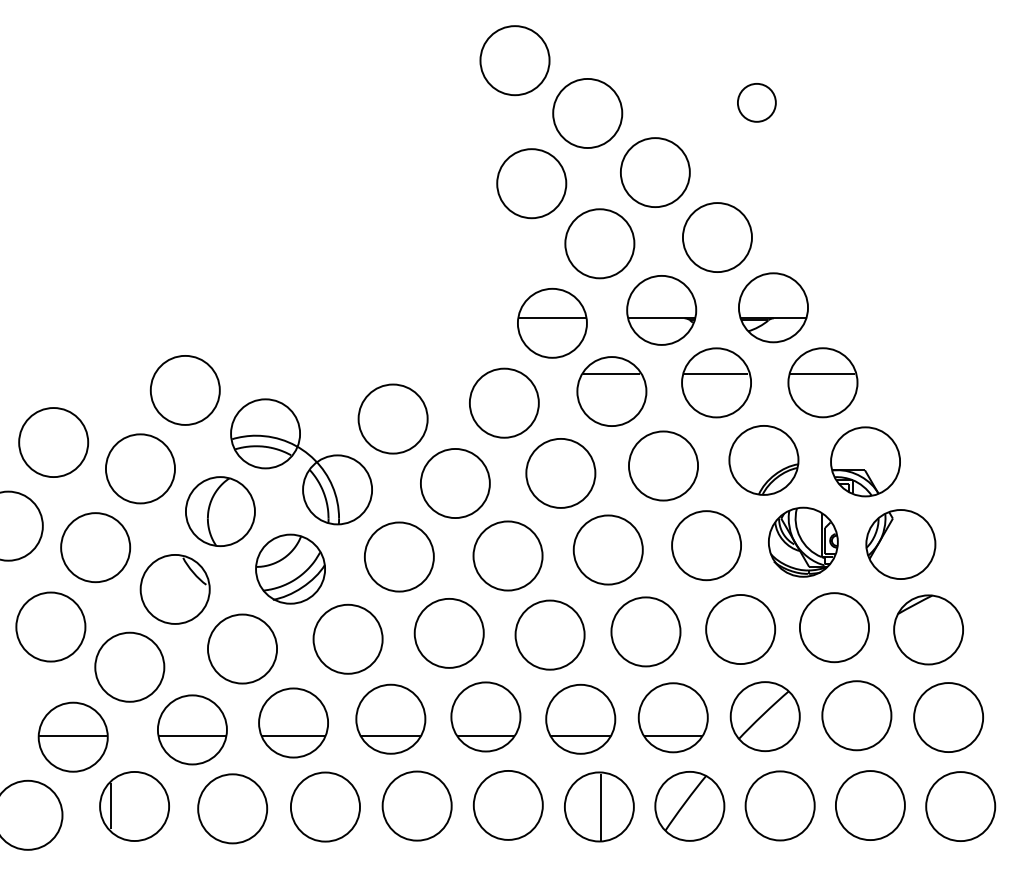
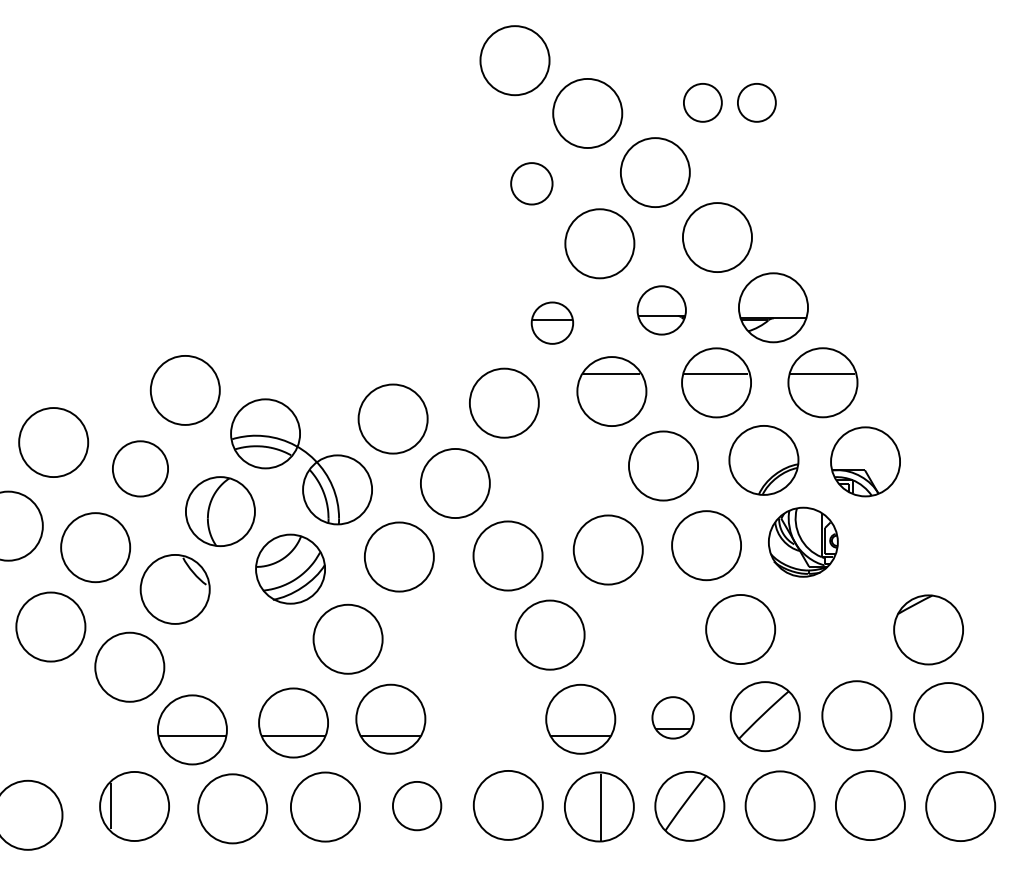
part at (702, 102): none -> present
part at (531, 183) size: 72x72 px -> 44x44 px
part at (661, 310) size: 72x71 px -> 51x51 px
part at (552, 322) size: 71x72 px -> 45x44 px
part at (140, 468) size: 71x72 px -> 57x58 px
part at (560, 473): present -> none
part at (900, 544): present -> none
part at (834, 627): present -> none
part at (645, 631): present -> none
part at (448, 633): present -> none
part at (242, 648): present -> none
part at (485, 716): present -> none
part at (672, 717) size: 72x72 px -> 44x44 px
part at (72, 736): present -> none
part at (416, 805) size: 72x72 px -> 51x51 px
